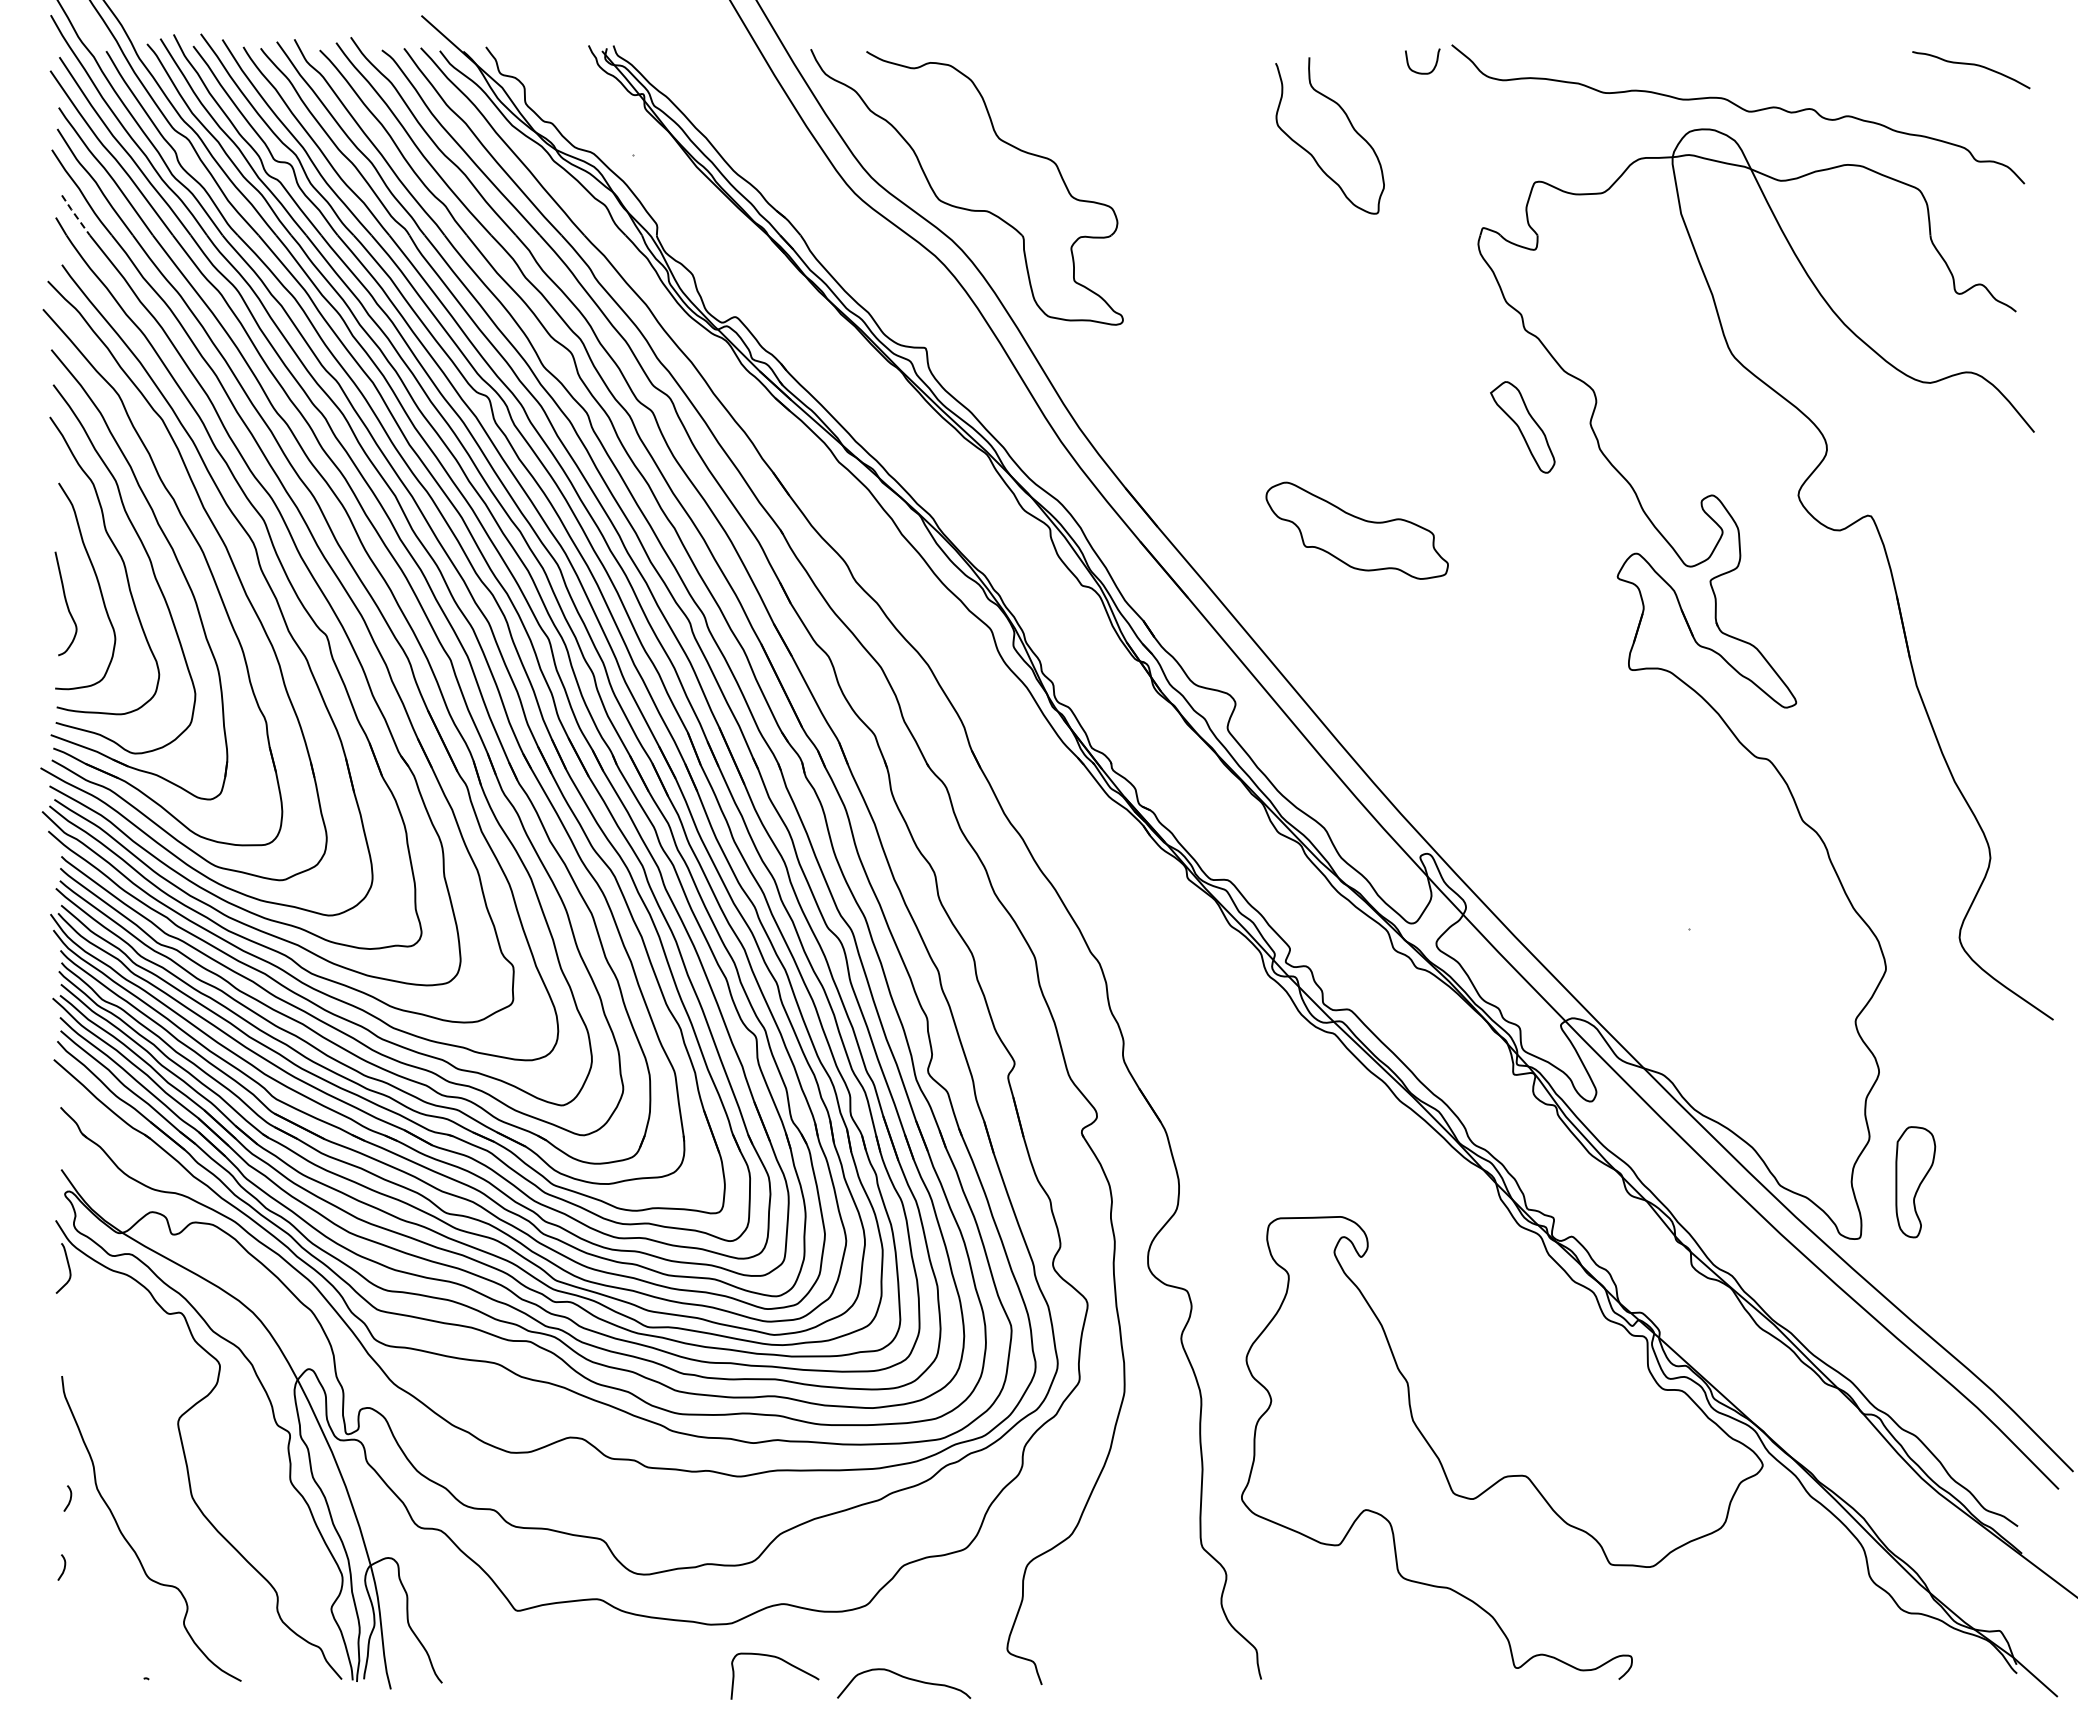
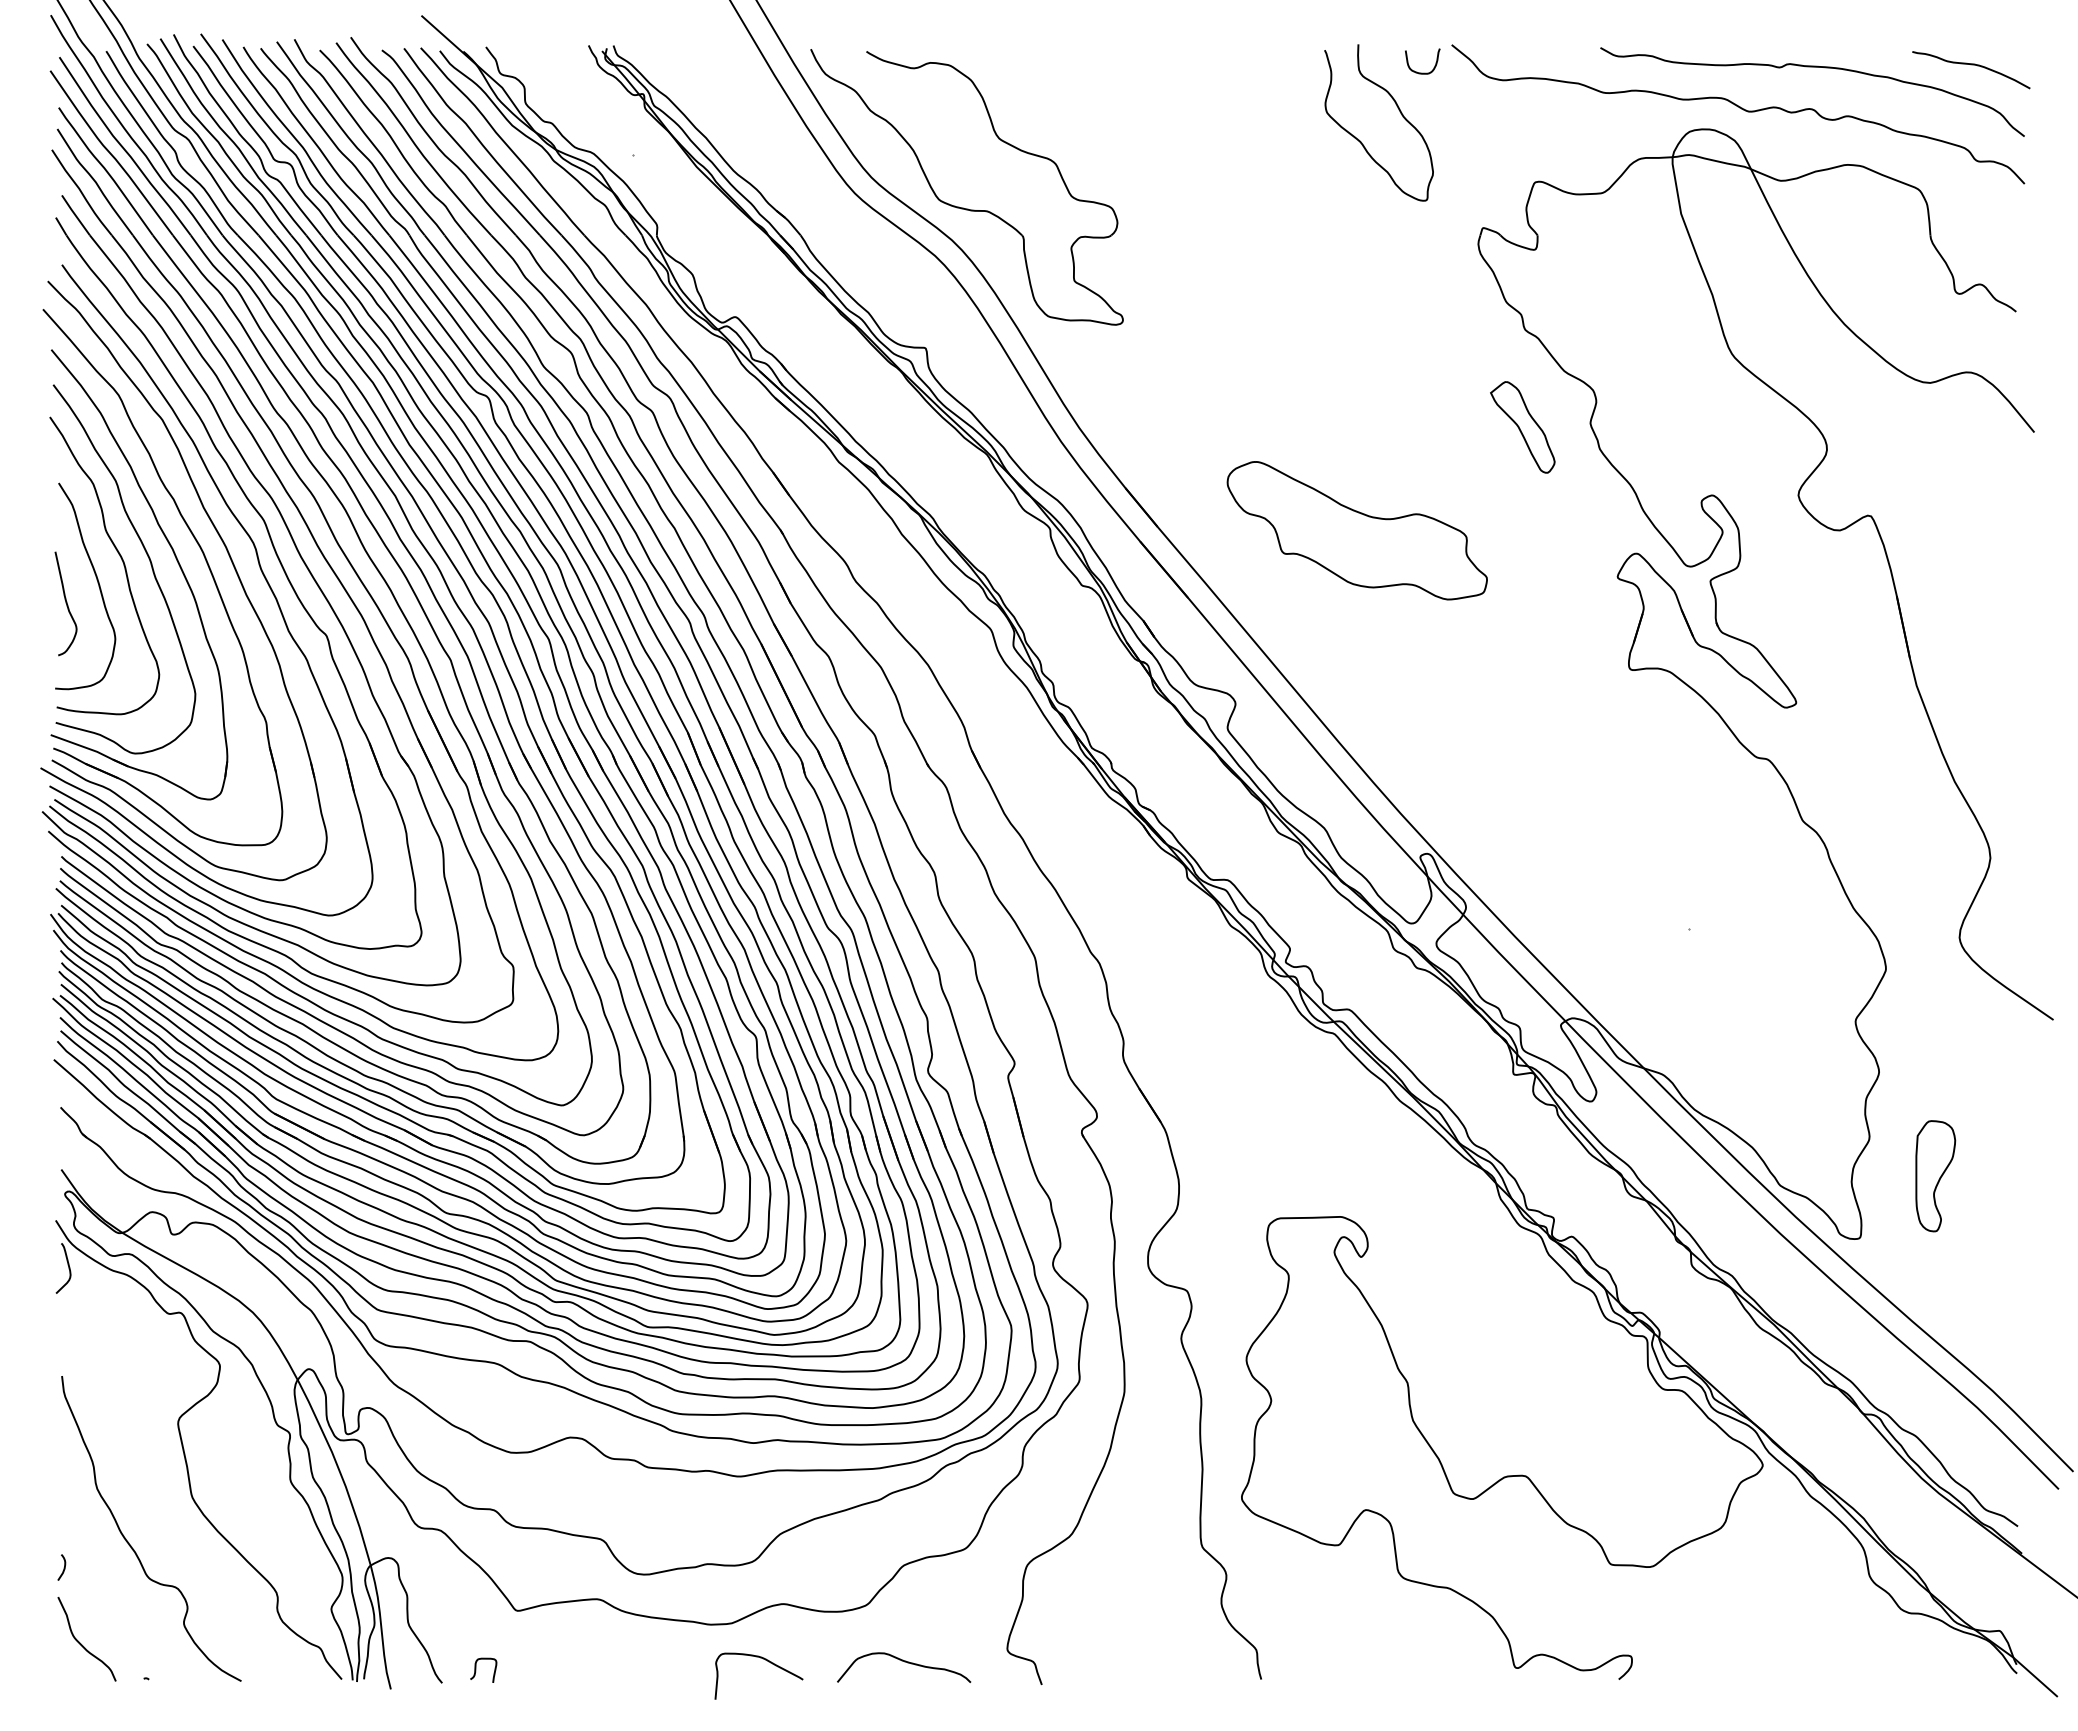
curve at (1812, 67): none -> present
curve at (1349, 123) position: (1349, 123) -> (1398, 110)
line at (75, 215): dashed -> solid
part at (1356, 530) size: 184x99 px -> 262x140 px
part at (1915, 1182) position: (1915, 1182) -> (1935, 1176)
curve at (69, 1498): present -> none
curve at (81, 1643): none -> present
curve at (784, 1662) position: (784, 1662) -> (768, 1662)
curve at (476, 1669): none -> present
curve at (904, 1678) position: (904, 1678) -> (904, 1662)
